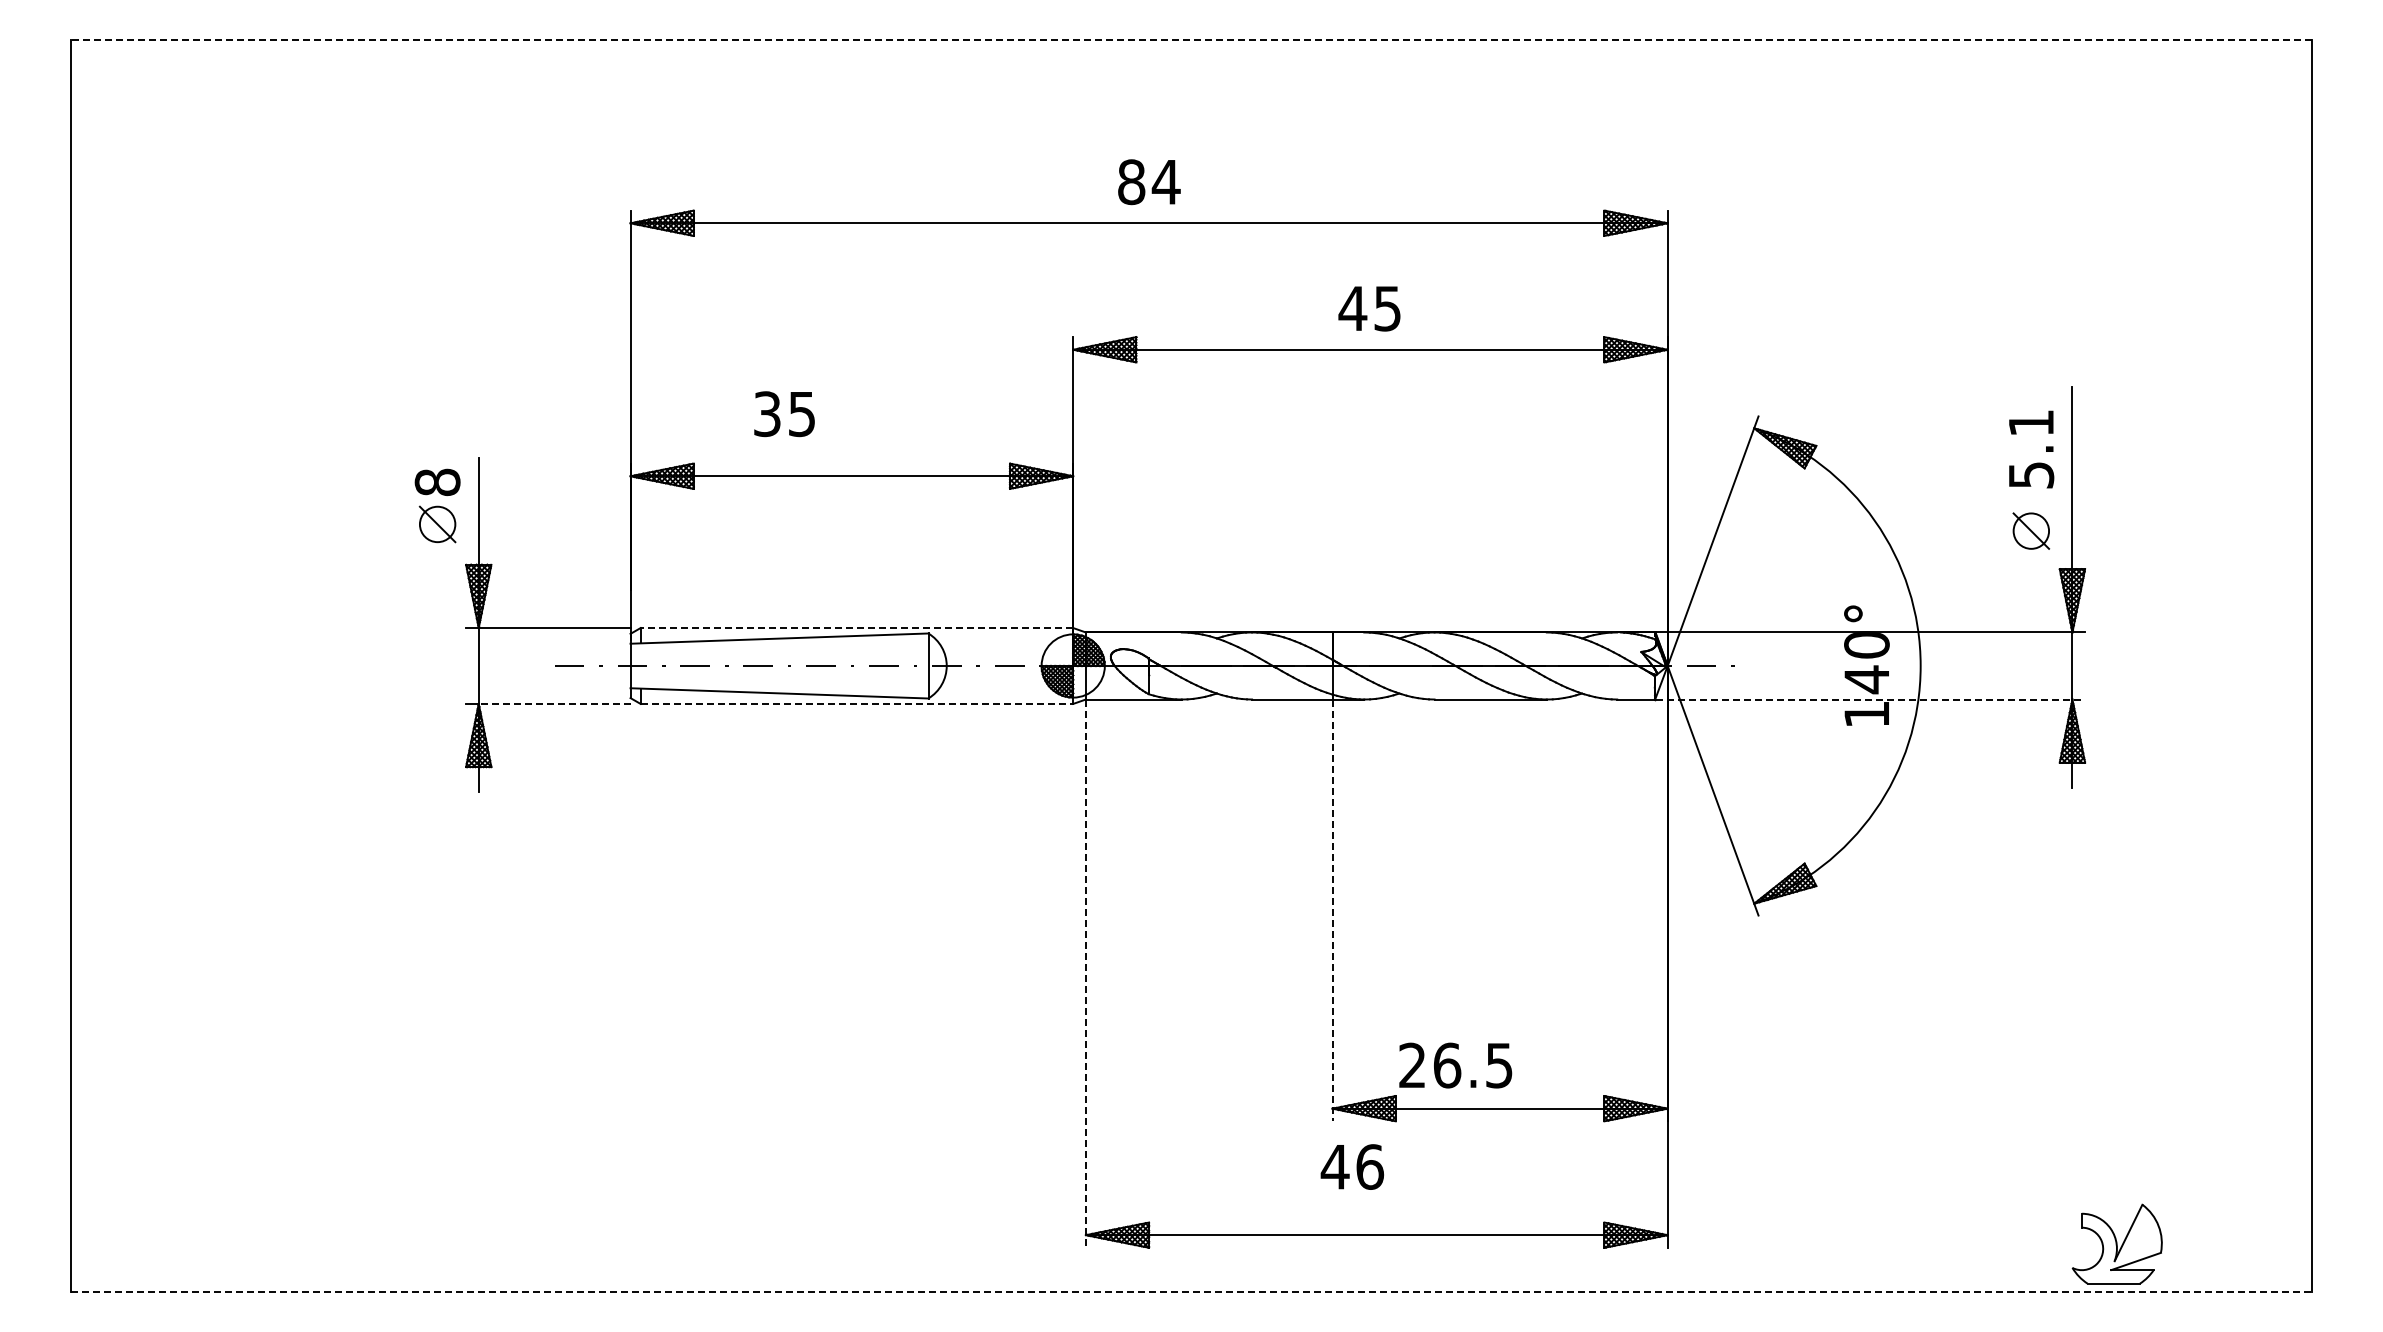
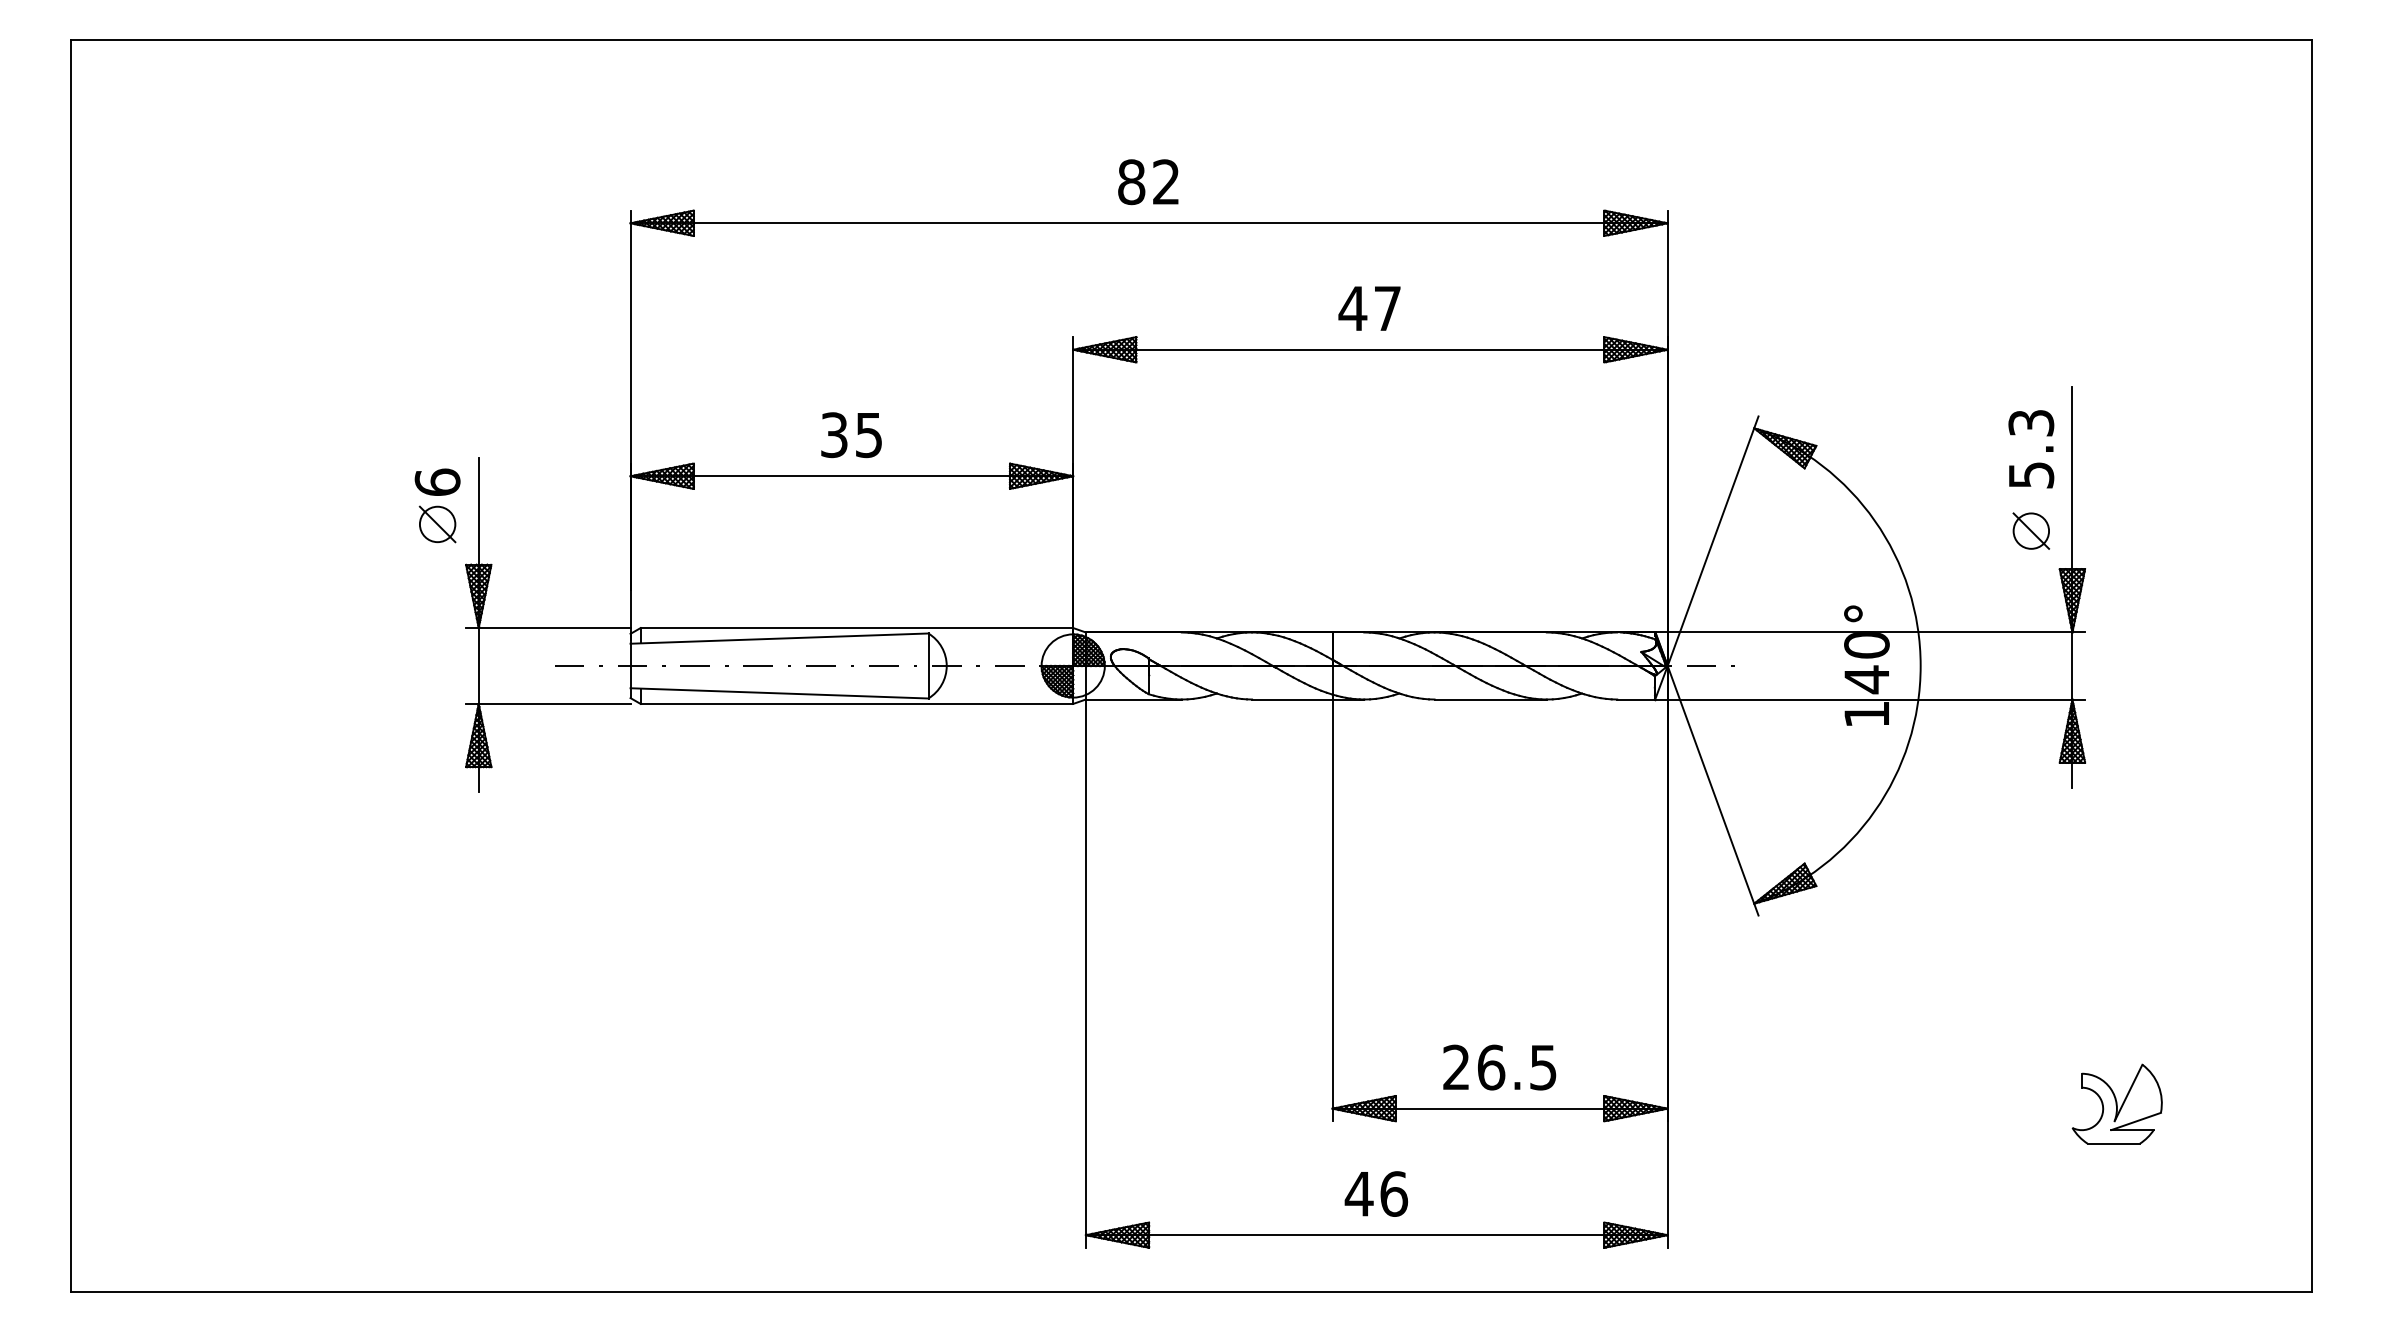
line at (1191, 39): dashed -> solid
text at (1165, 181): 84 -> 82
text at (1387, 308): 45 -> 47
text at (784, 414) position: (784, 414) -> (851, 435)
text at (2031, 423): 5.1 -> 5.3
text at (437, 482): 8 -> 6
line at (856, 628): dashed -> solid
line at (1870, 699): dashed -> solid
line at (554, 703): dashed -> solid
line at (857, 703): dashed -> solid
line at (1332, 910): dashed -> solid
line at (1085, 974): dashed -> solid
text at (1455, 1065) position: (1455, 1065) -> (1499, 1067)
text at (1351, 1166) position: (1351, 1166) -> (1375, 1193)
part at (2116, 1243) position: (2116, 1243) -> (2116, 1103)
line at (1191, 1292): dashed -> solid
